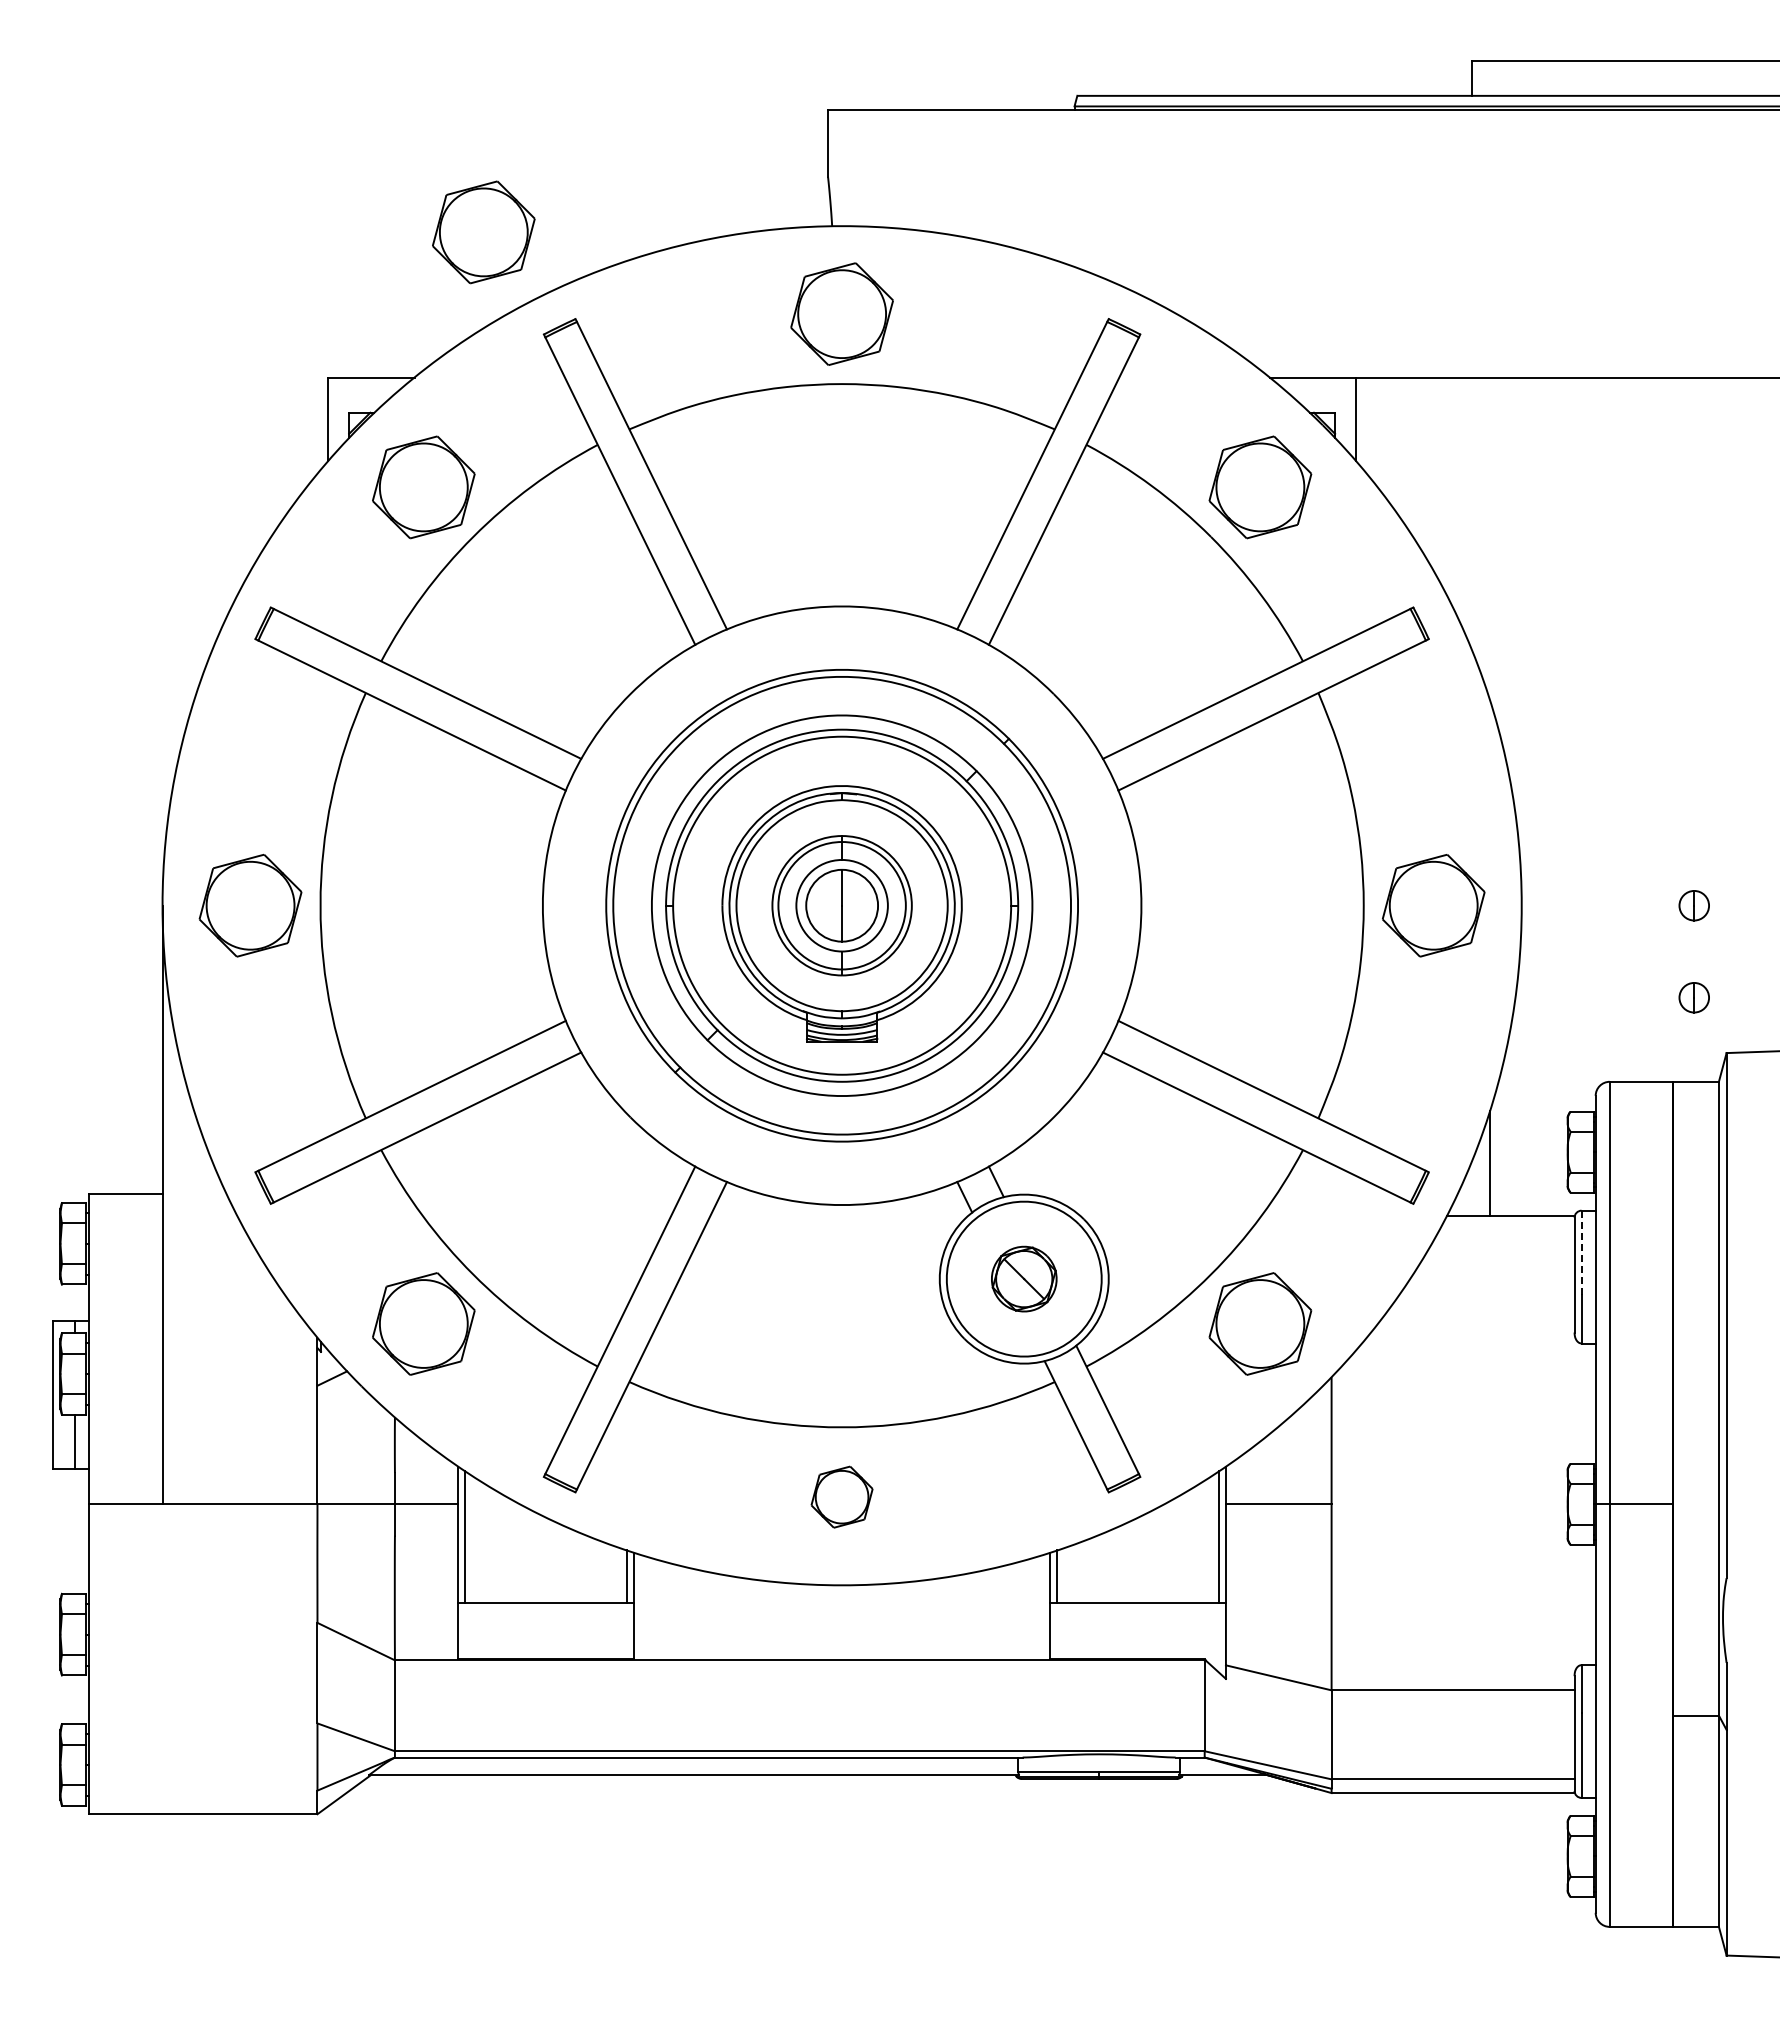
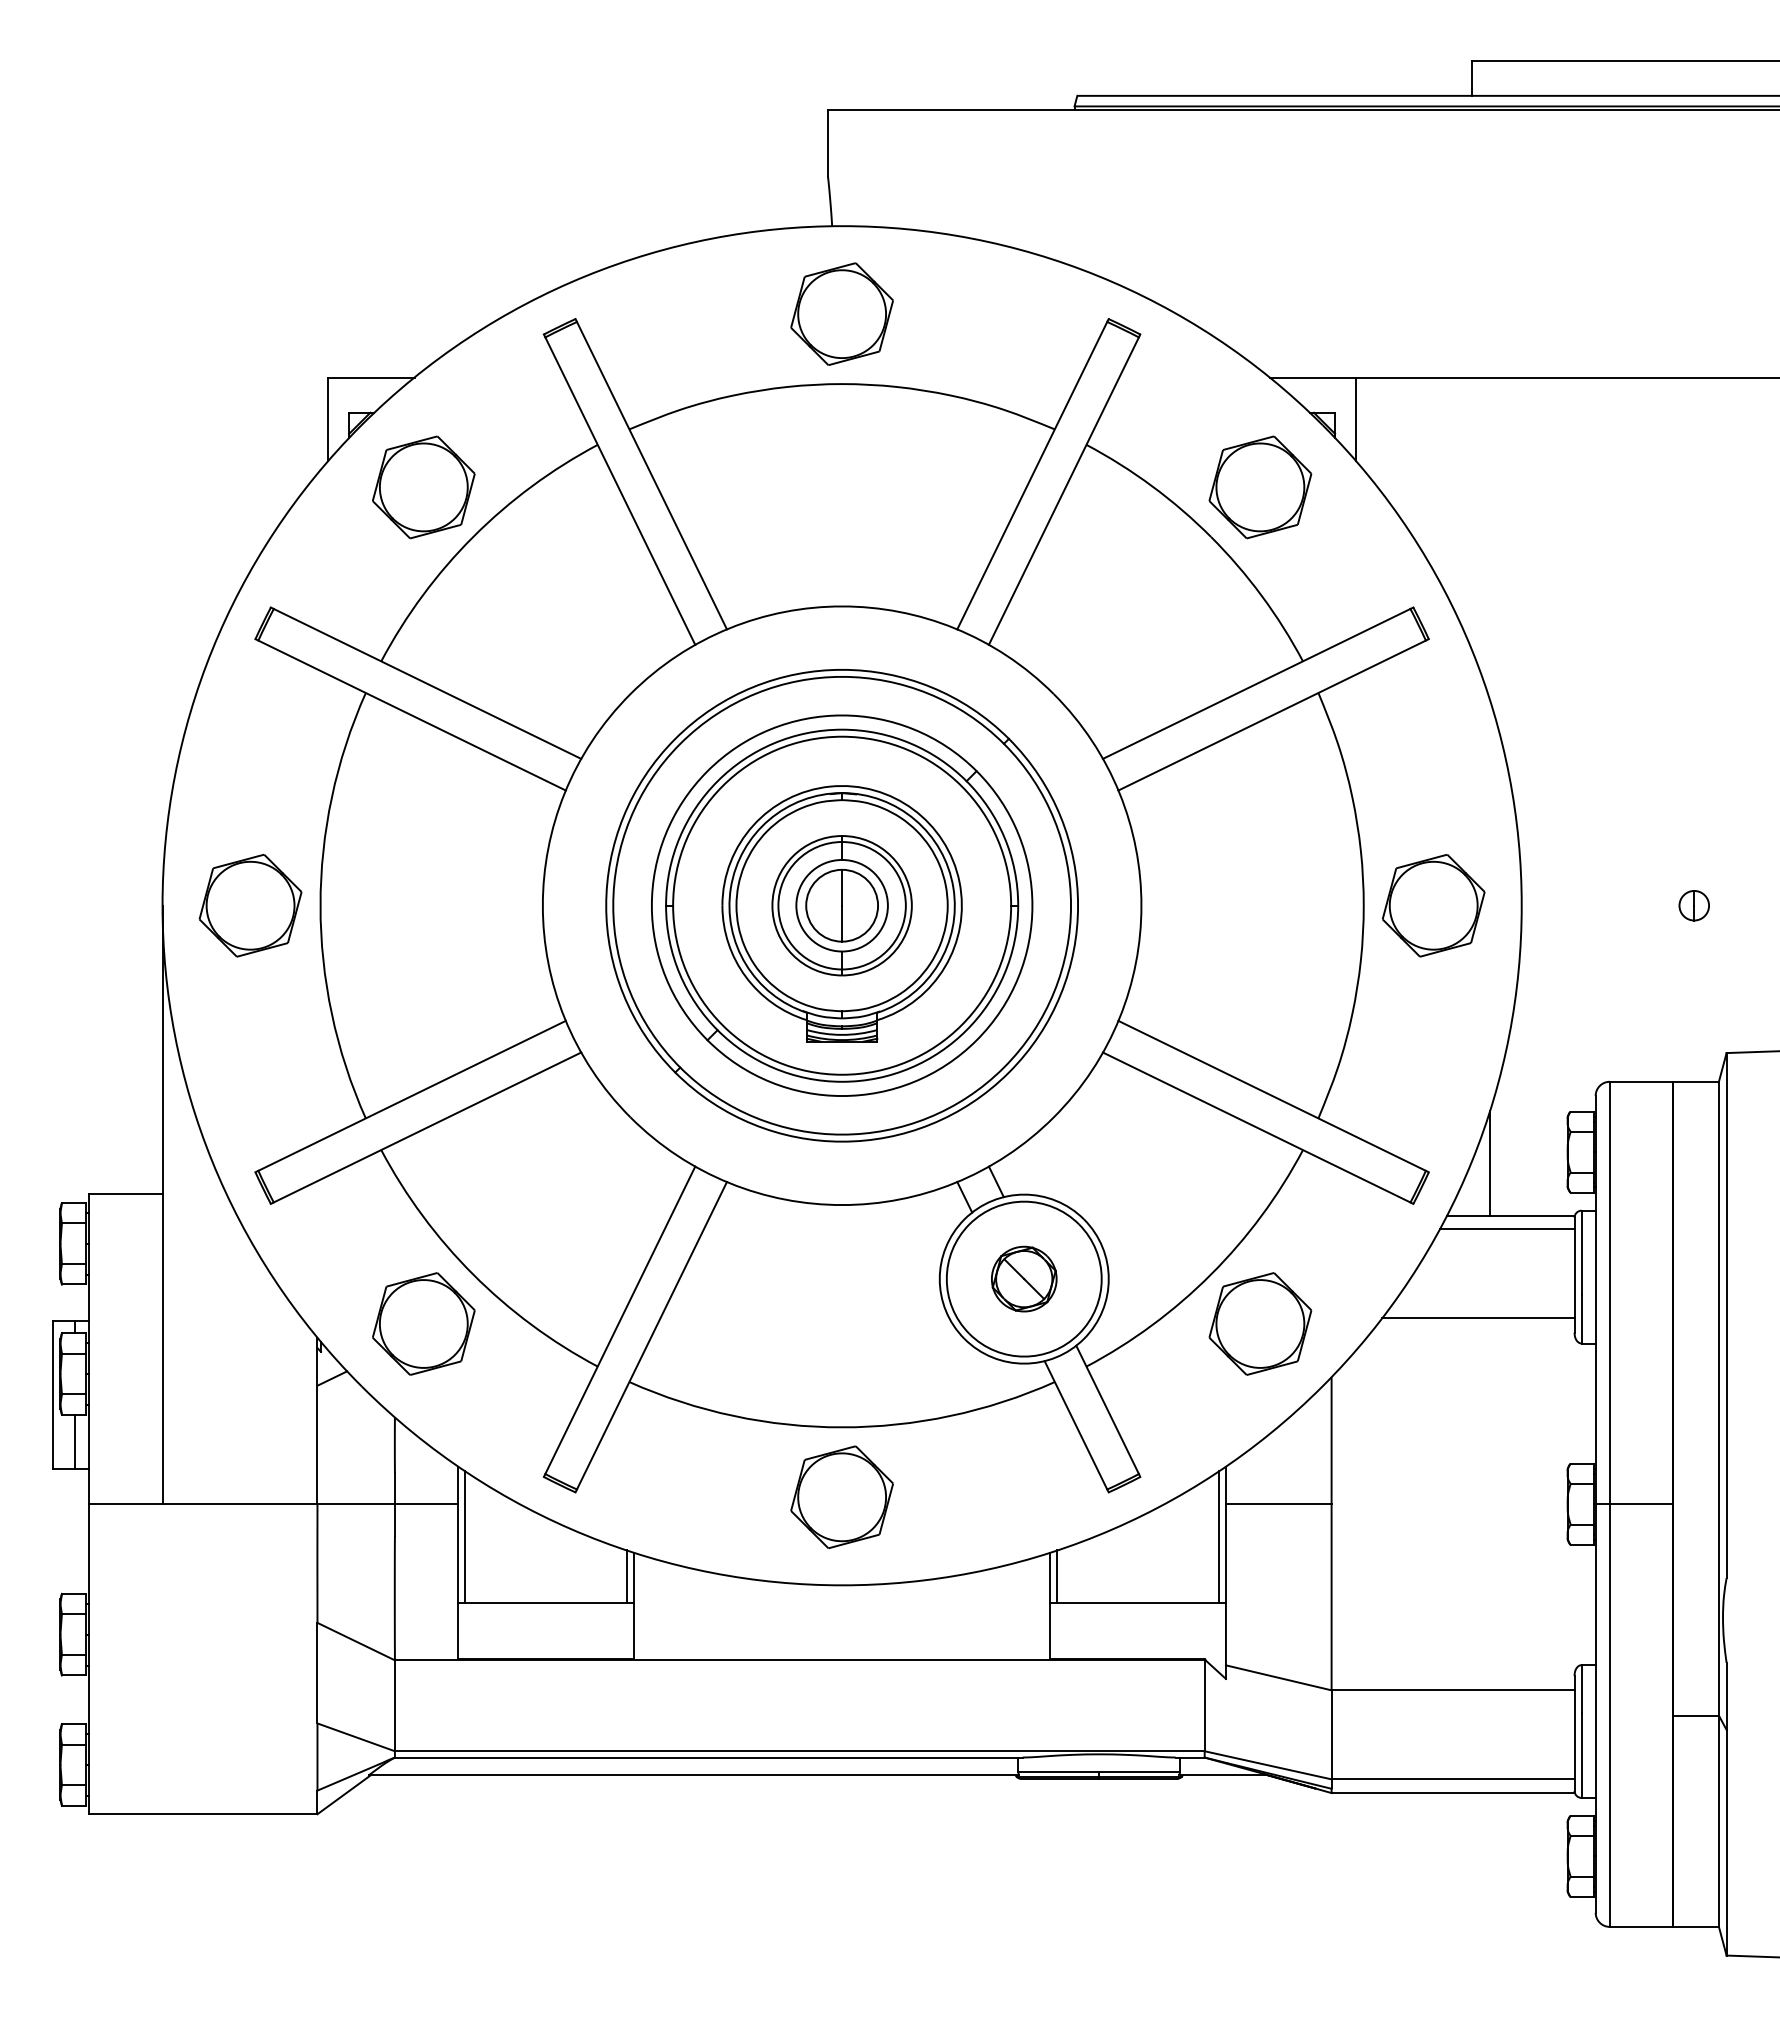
part at (483, 232): present -> none
part at (1693, 997): present -> none
line at (1506, 1229): none -> present
line at (1581, 1252): dashed -> solid
line at (1478, 1318): none -> present
part at (841, 1496) size: 64x64 px -> 104x104 px
